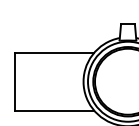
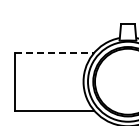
line at (54, 52): solid -> dashed
